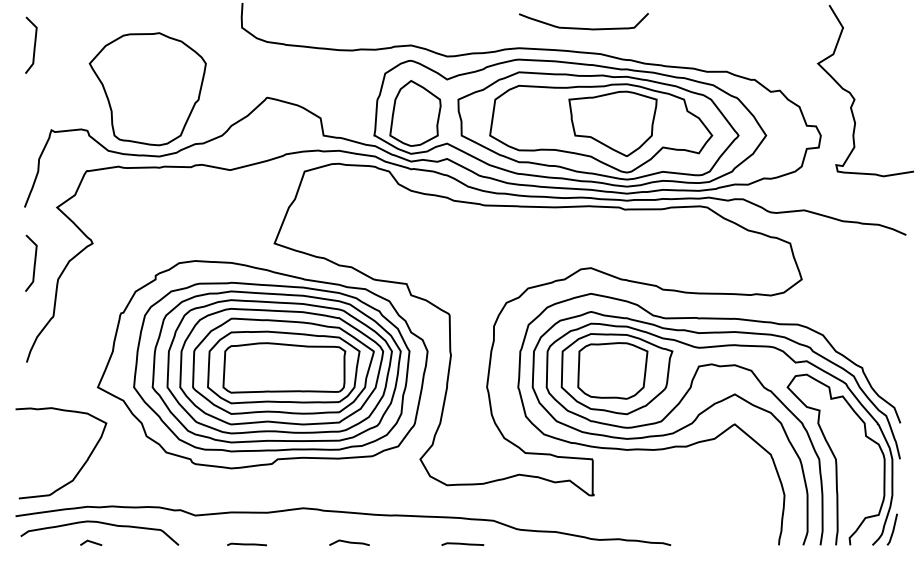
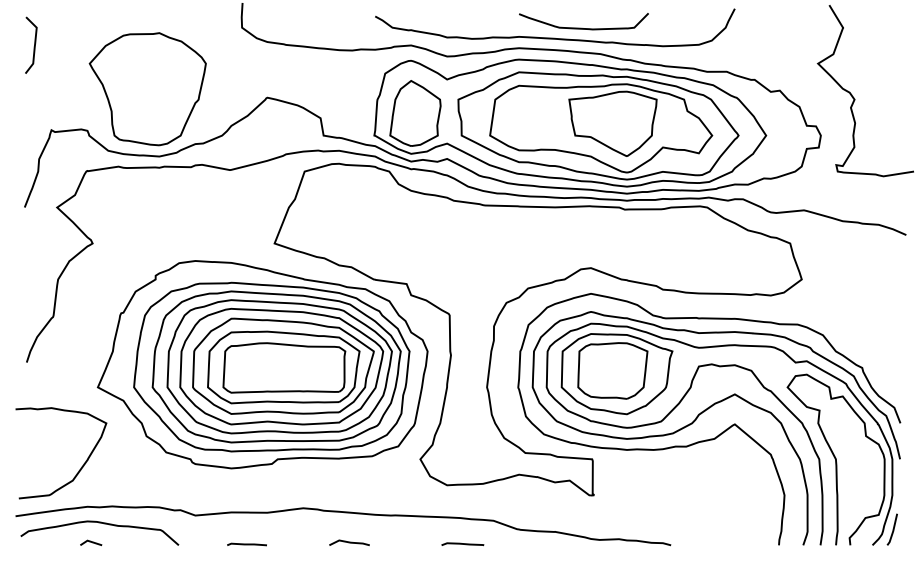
curve at (554, 37): none -> present
curve at (33, 264): present -> none
